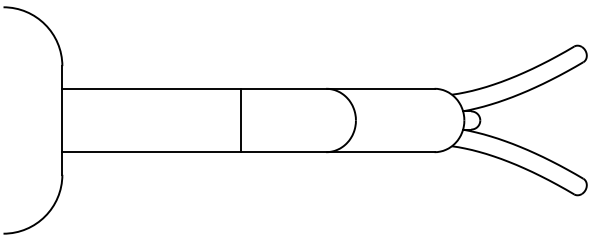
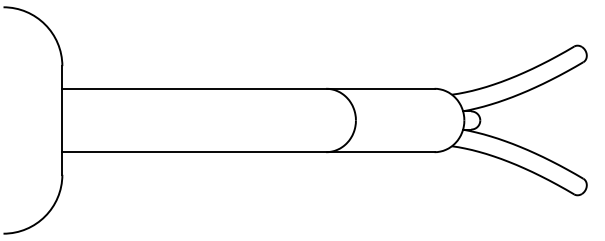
line at (241, 120): present -> none
